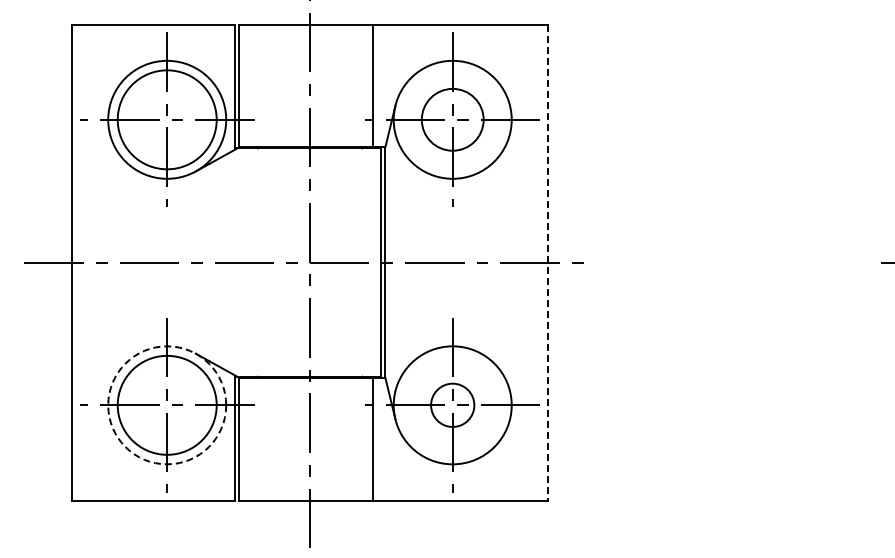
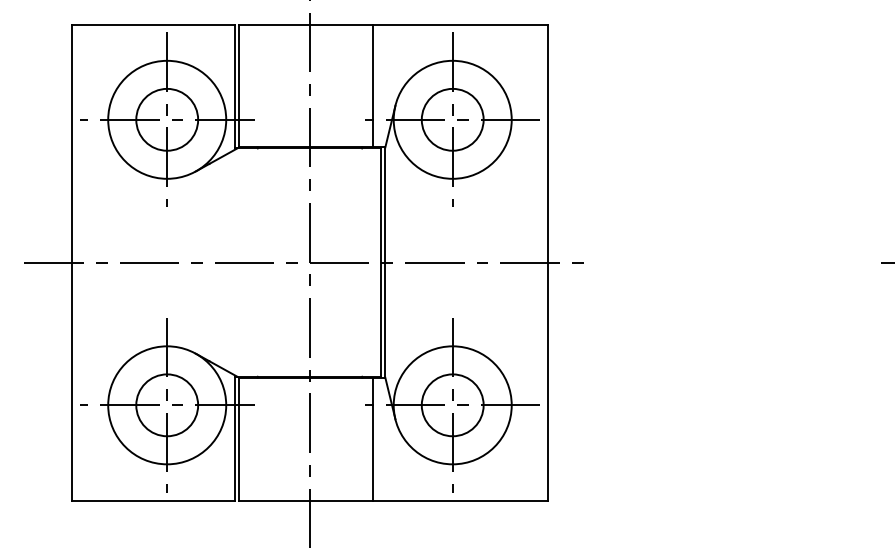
circle at (166, 119) diameter: 99 px -> 62 px
line at (547, 262): dashed -> solid
circle at (166, 404) diameter: 99 px -> 62 px
circle at (452, 404) diameter: 43 px -> 62 px
circle at (167, 405): dashed -> solid
